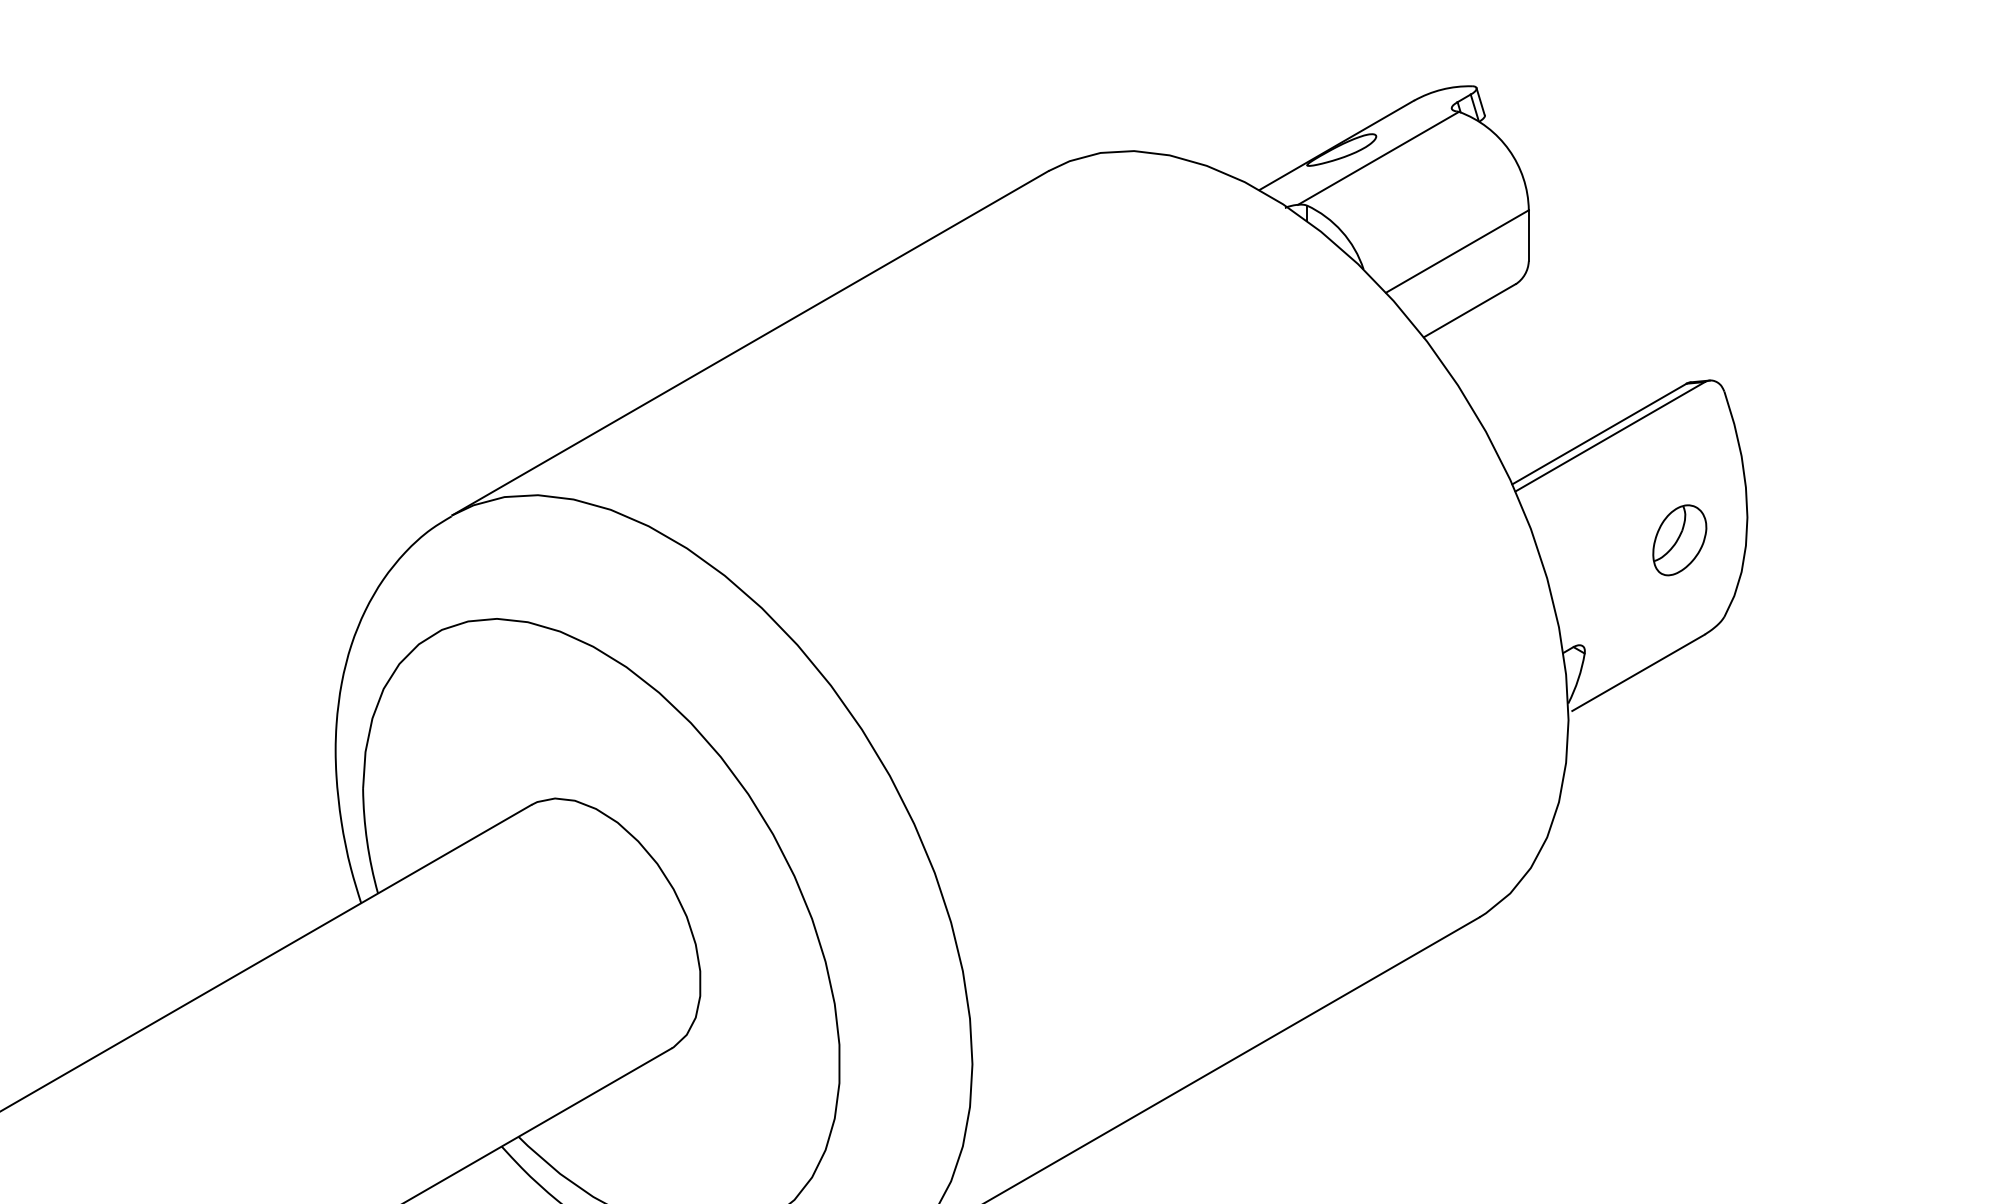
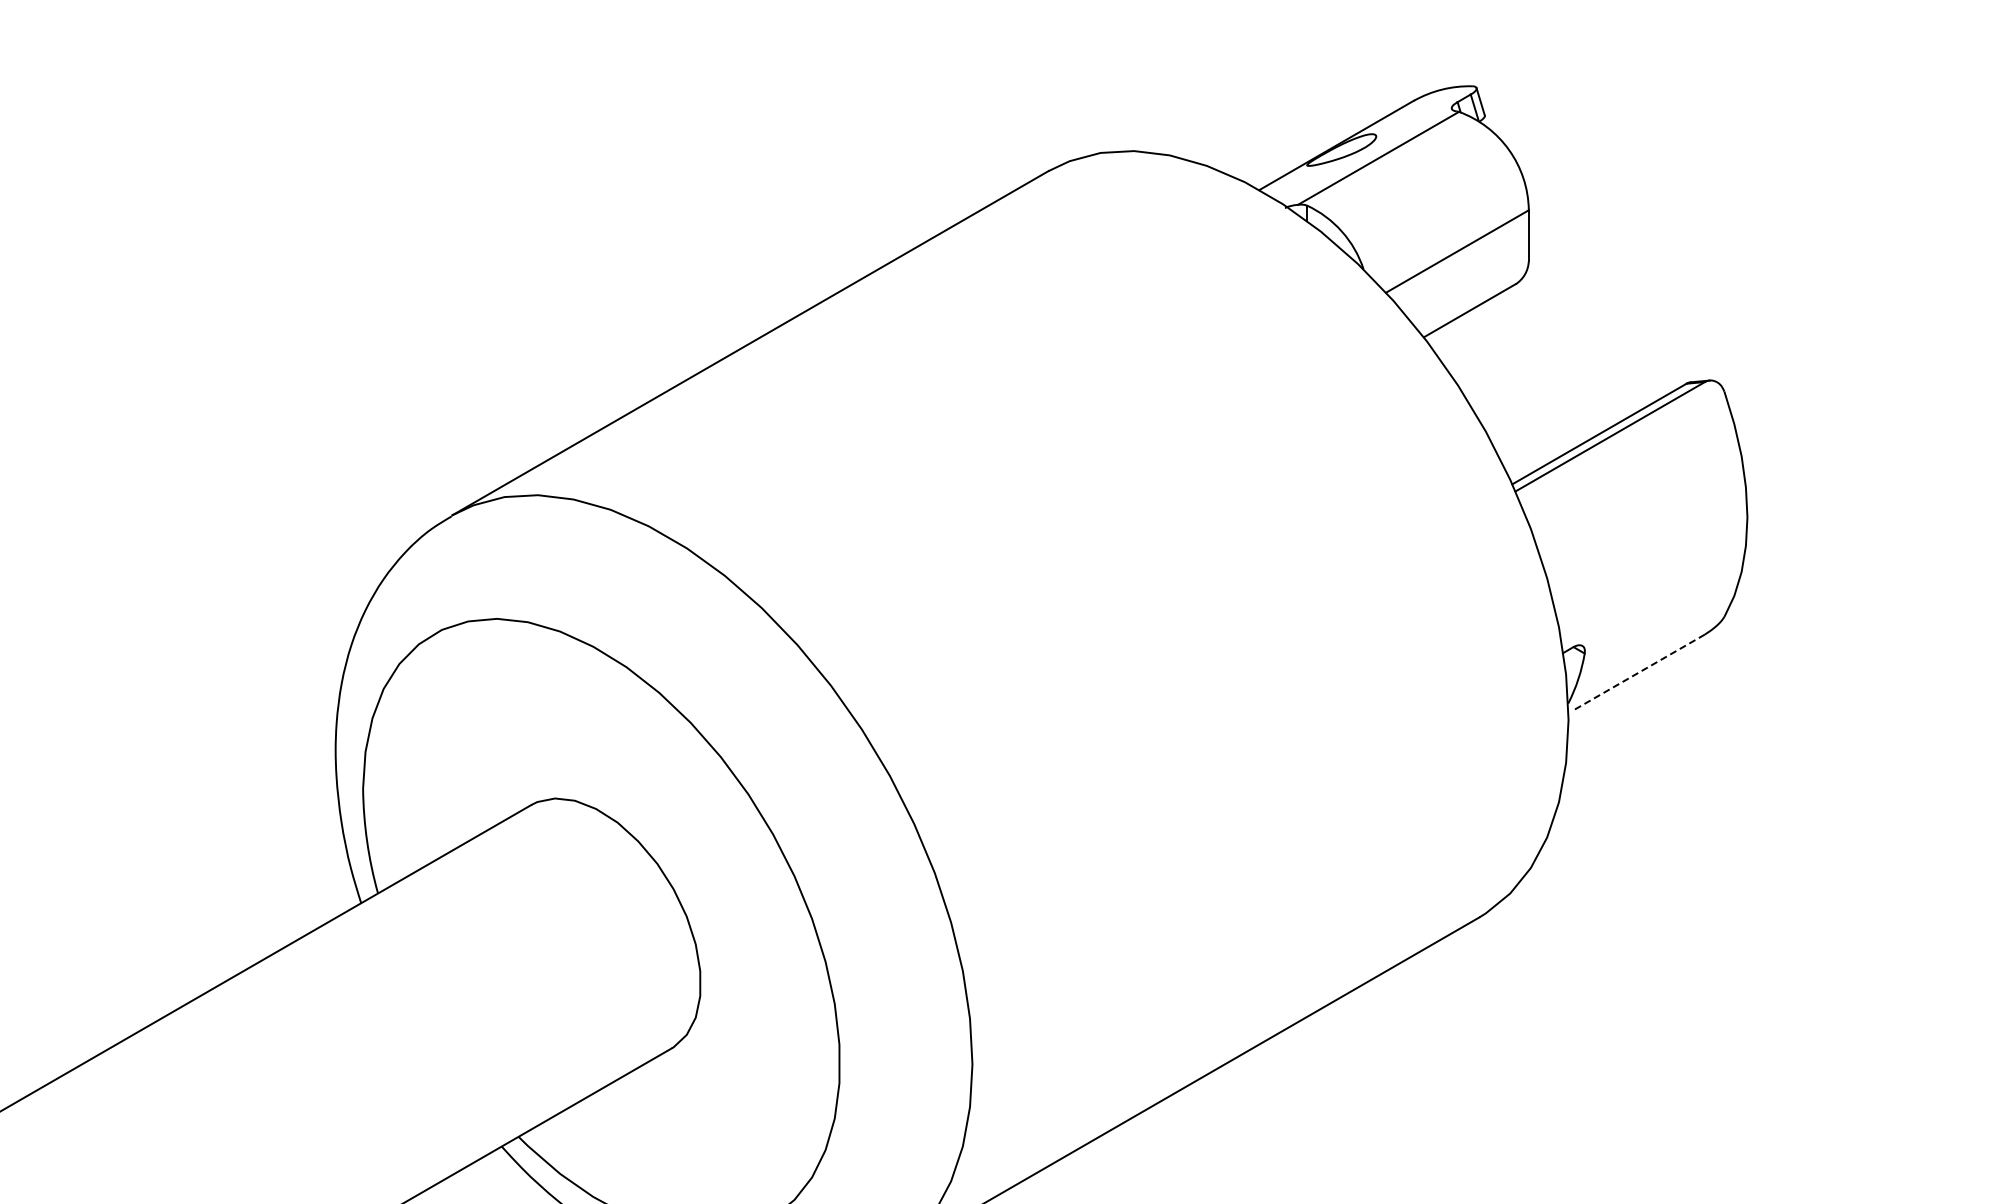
part at (1679, 540): present -> none
line at (1638, 672): solid -> dashed
